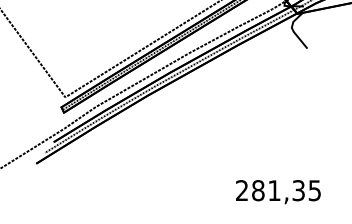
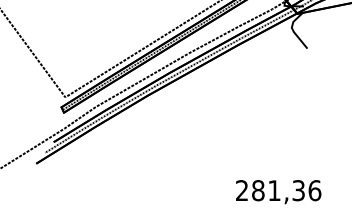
text at (314, 190): 281,35 -> 281,36
